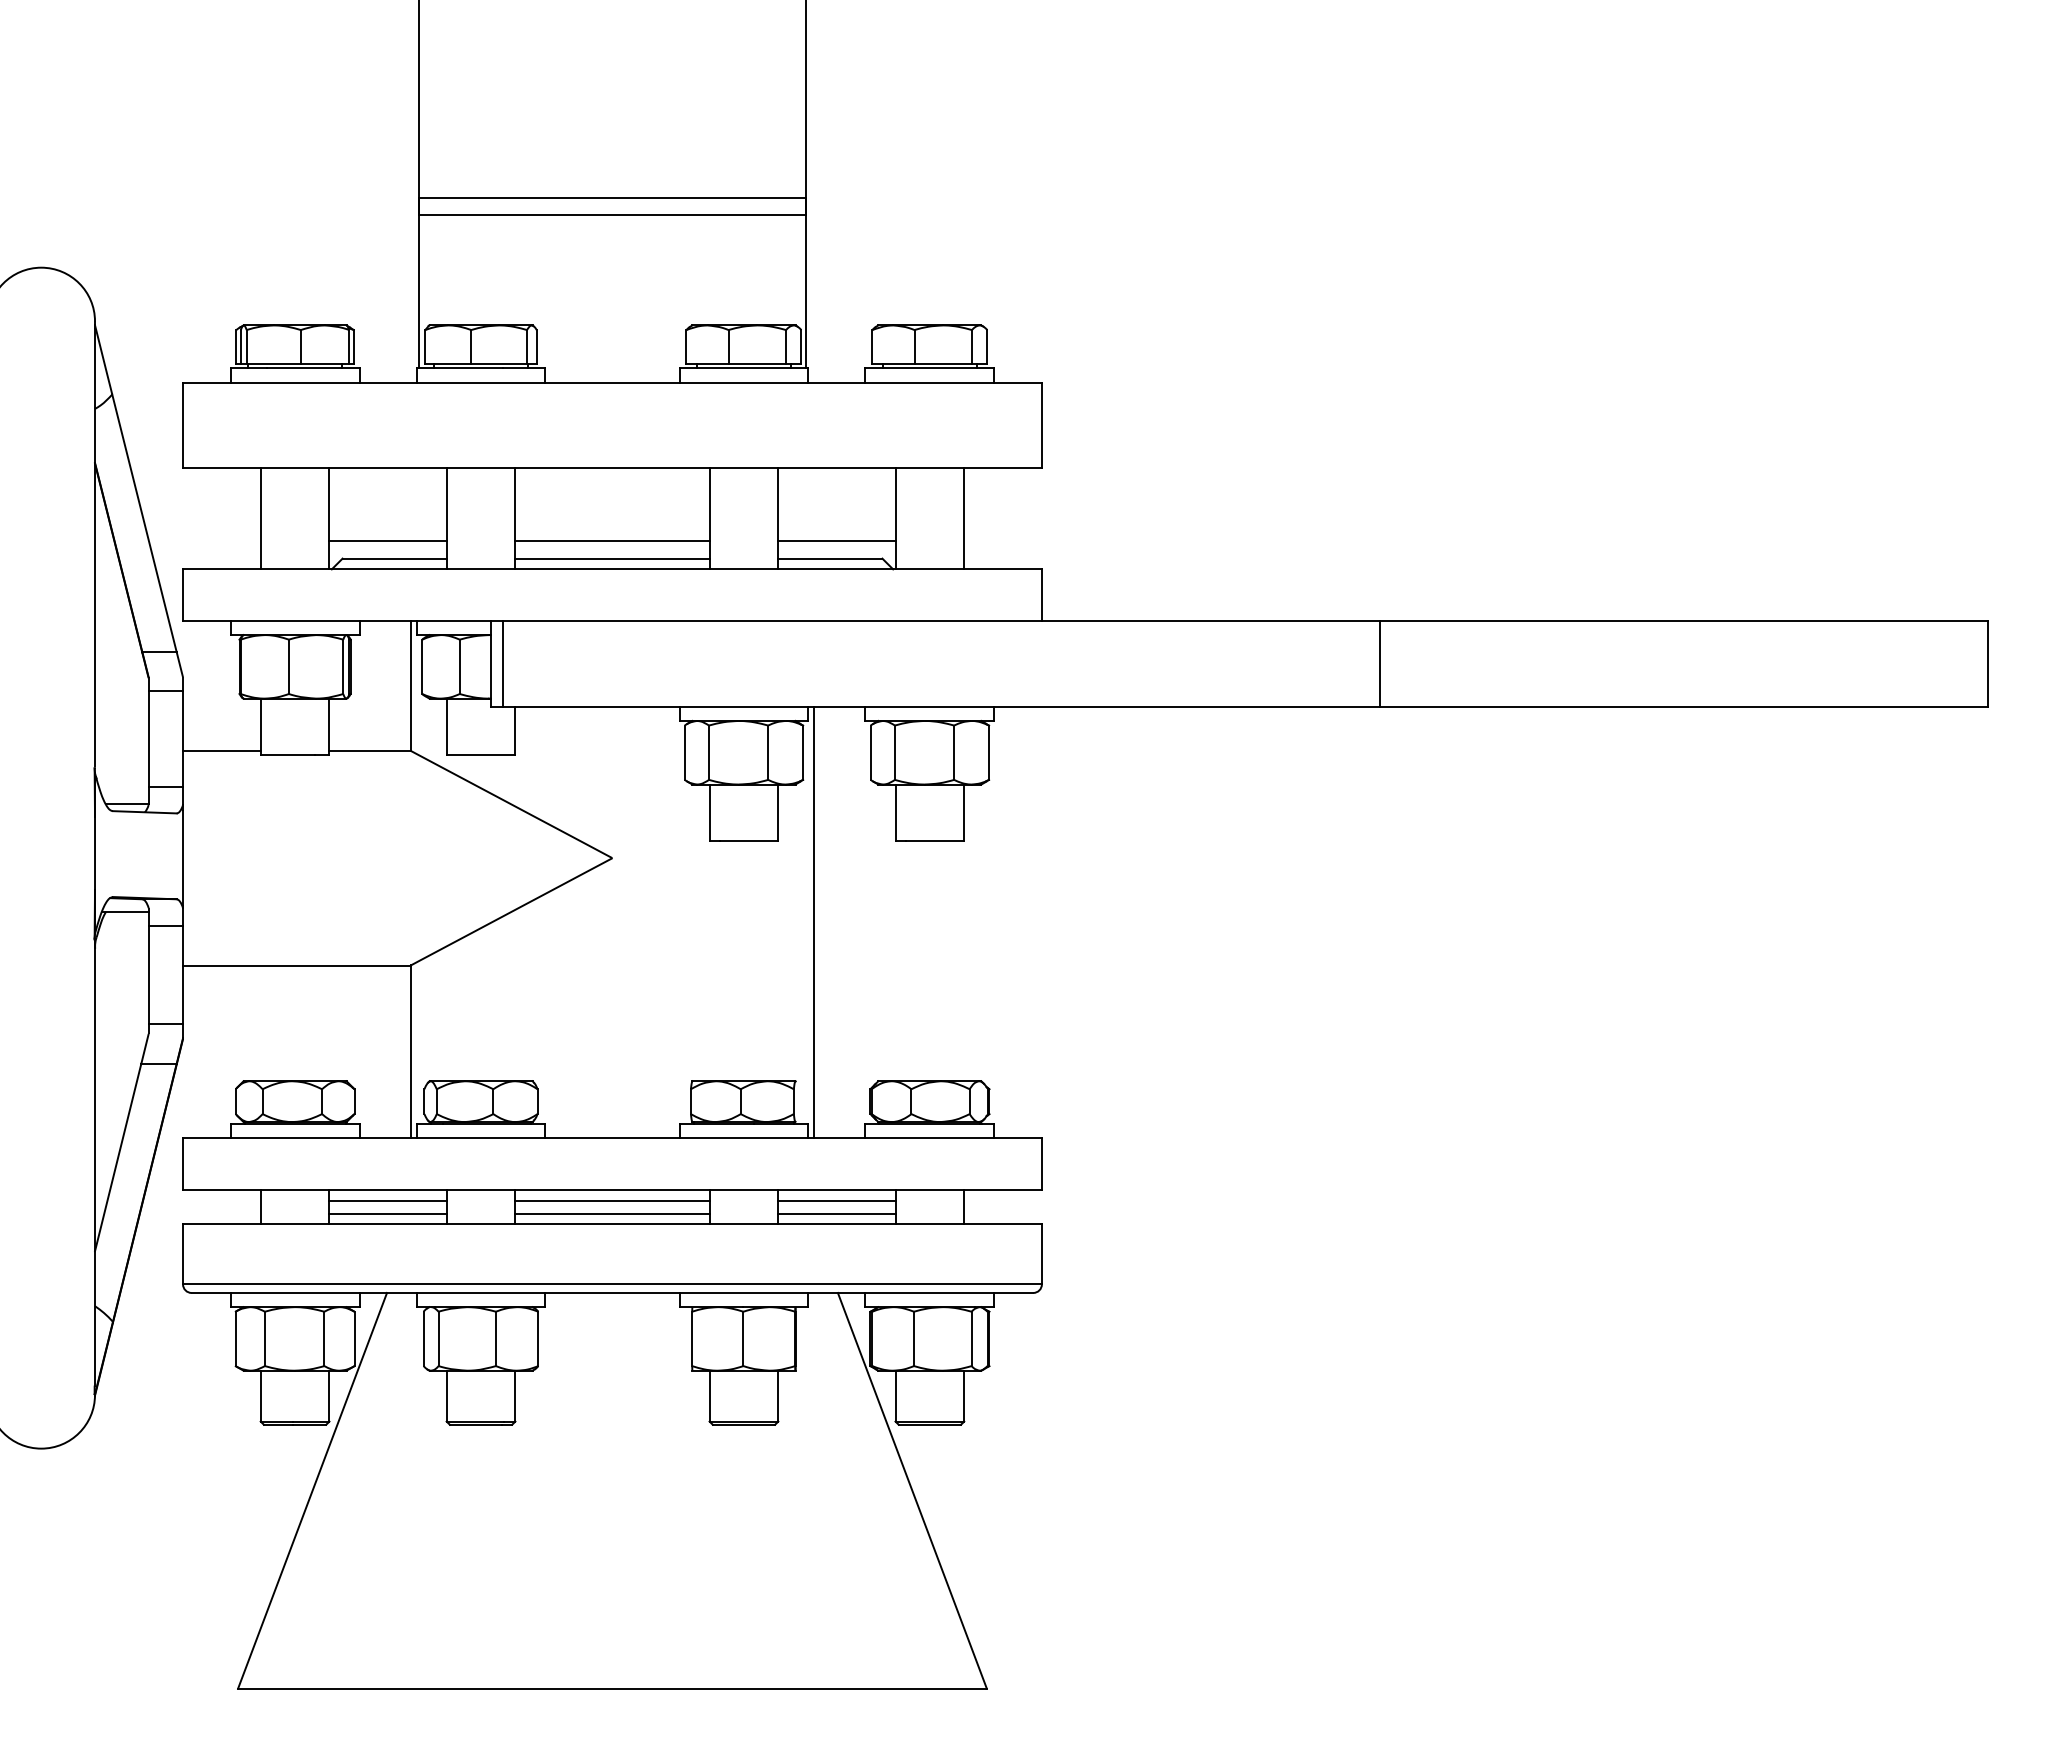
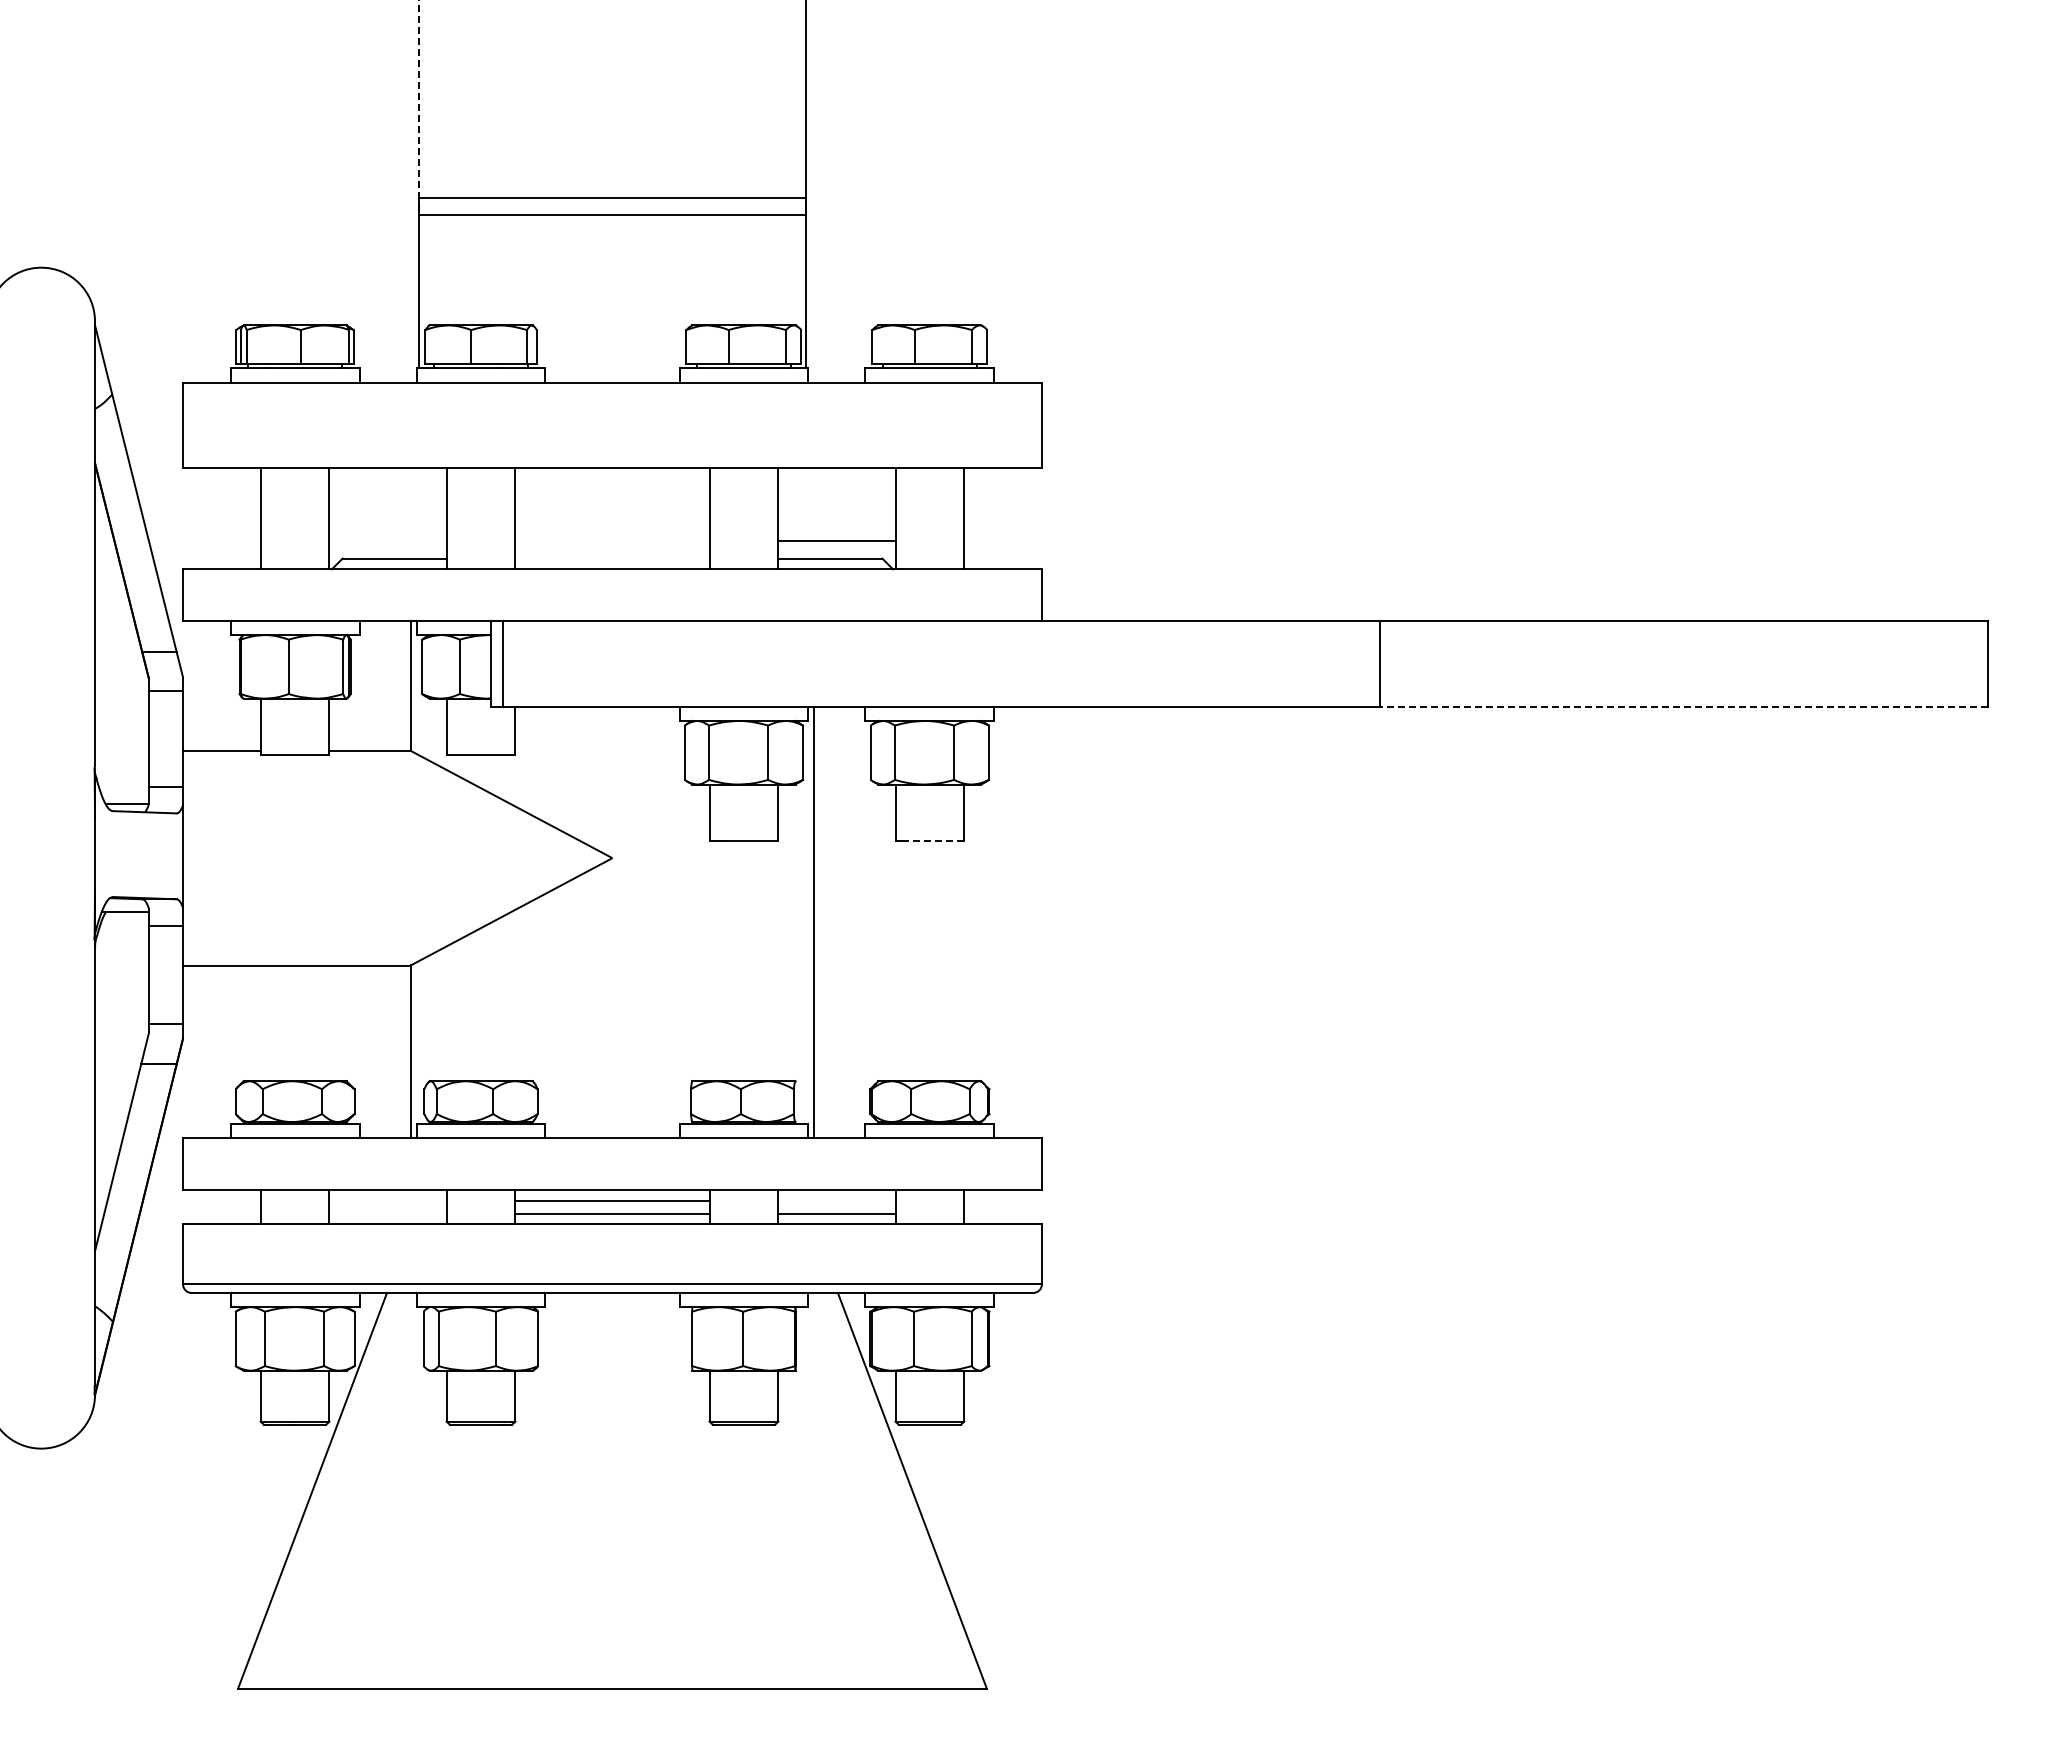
line at (419, 108): solid -> dashed
line at (387, 541): present -> none
line at (612, 541): present -> none
line at (612, 558): present -> none
line at (1683, 706): solid -> dashed
line at (934, 840): solid -> dashed
line at (387, 1200): present -> none
line at (836, 1200): present -> none
line at (387, 1213): present -> none
